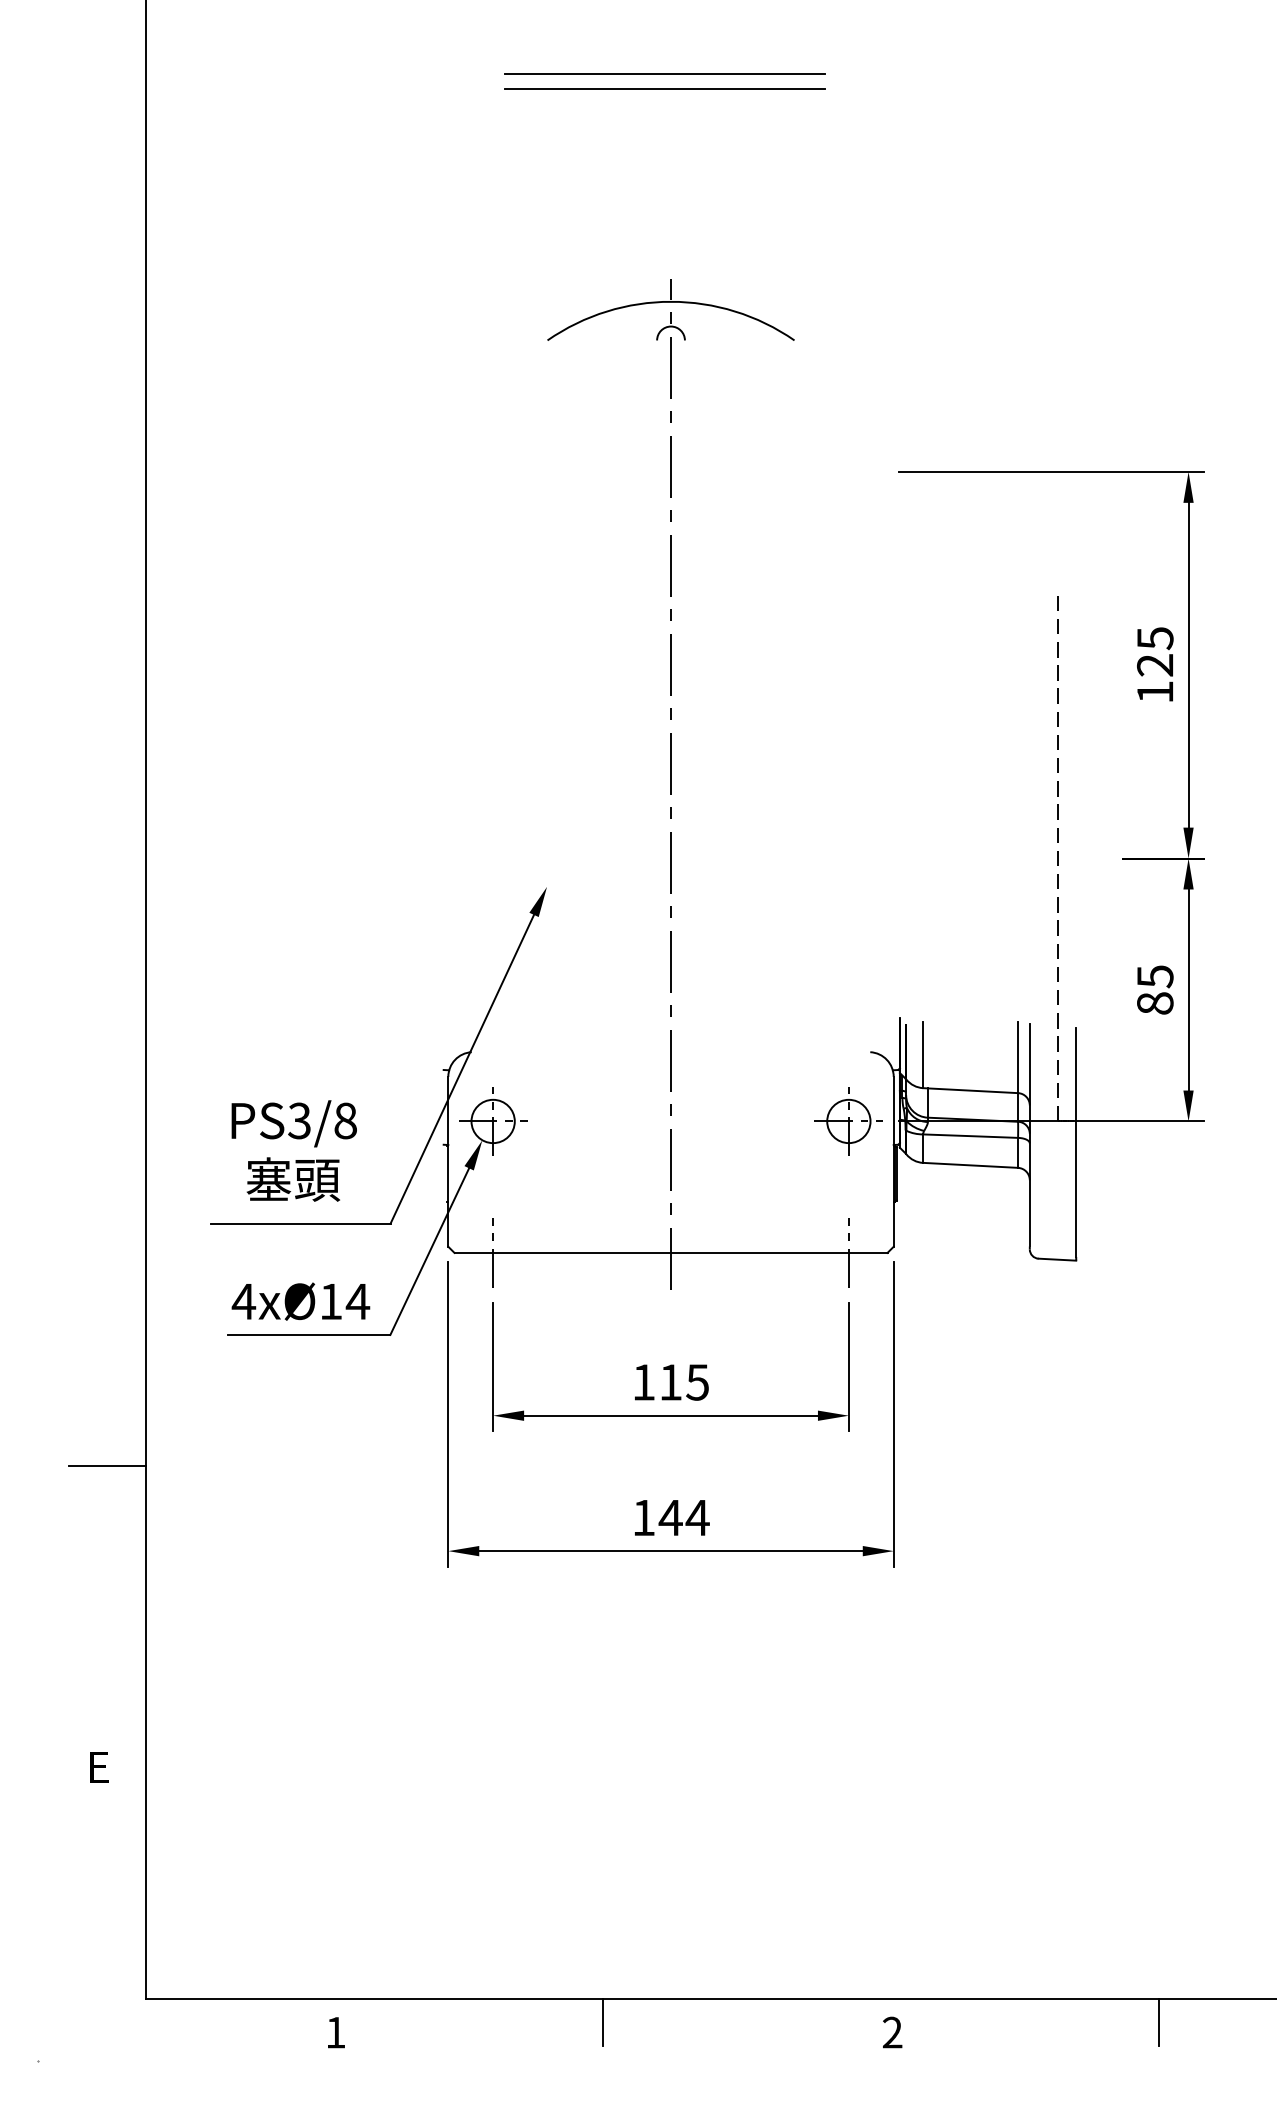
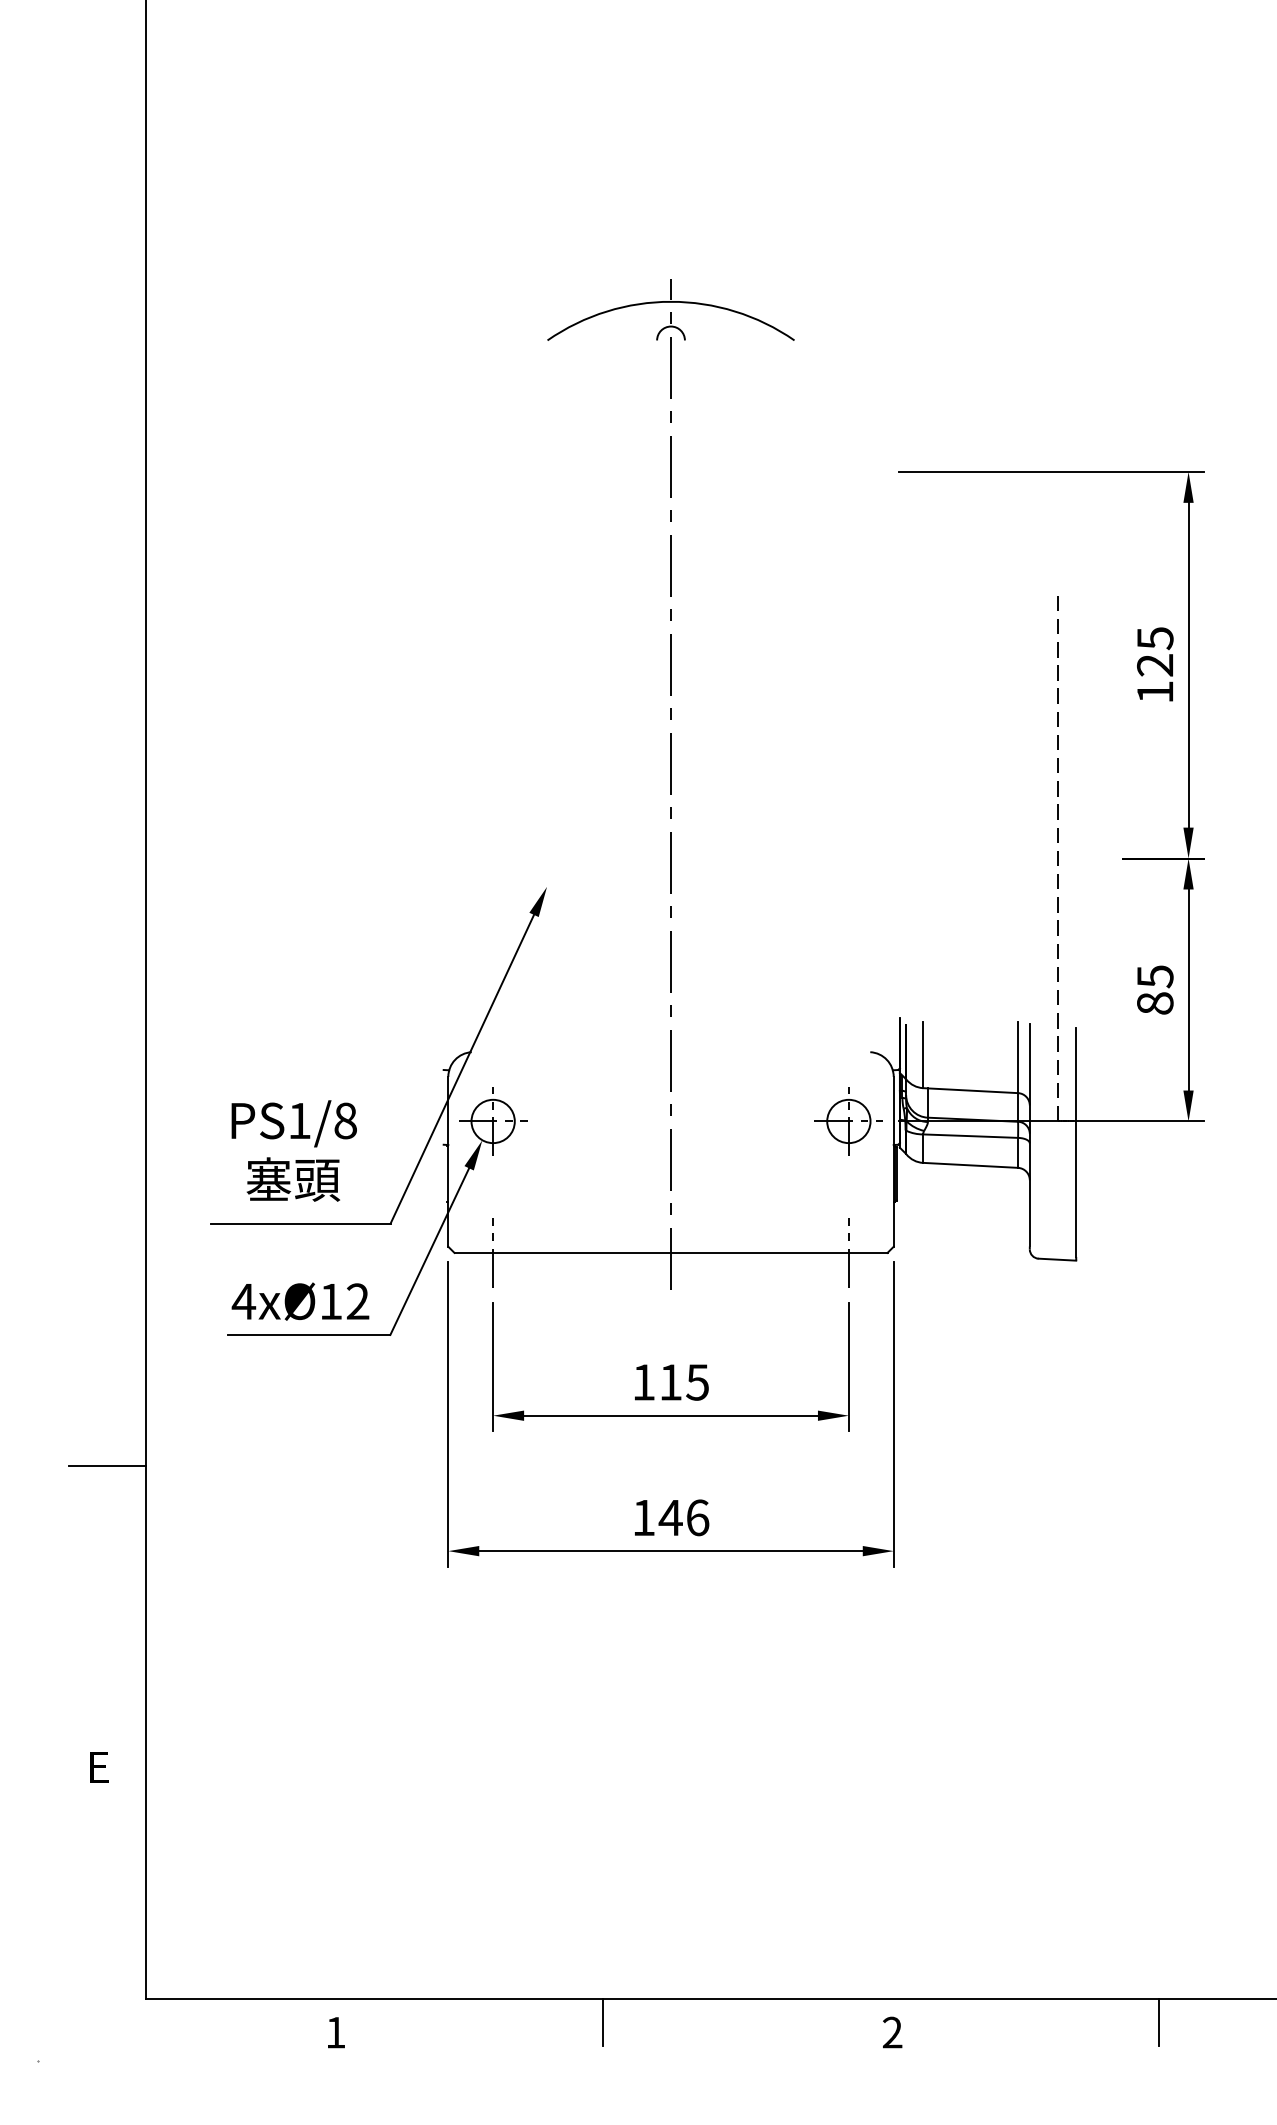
line at (664, 74): present -> none
line at (664, 89): present -> none
text at (299, 1120): PS3/8 -> PS1/8
text at (357, 1301): 4xØ14 -> 4xØ12
text at (697, 1517): 144 -> 146
